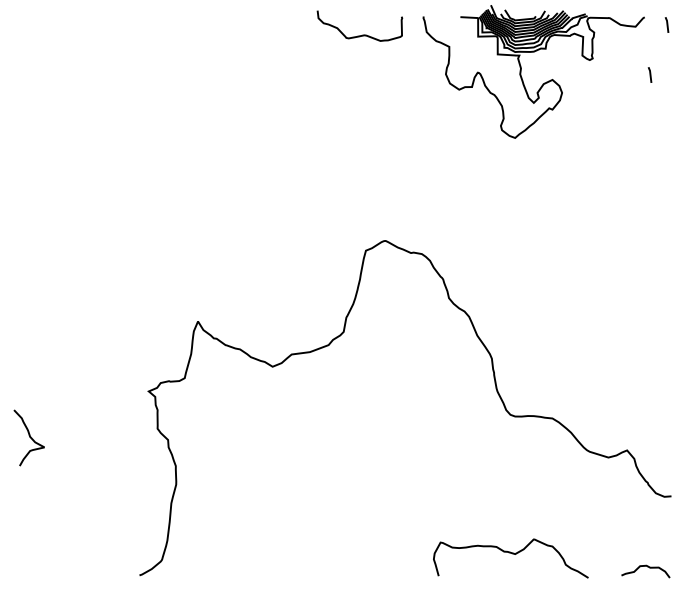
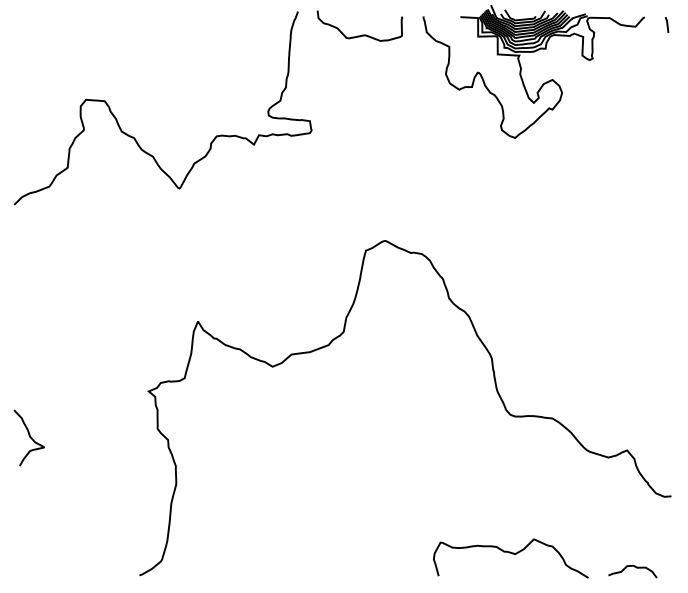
line at (649, 74): present -> none
curve at (134, 137): none -> present
curve at (647, 567) position: (647, 567) -> (634, 567)
